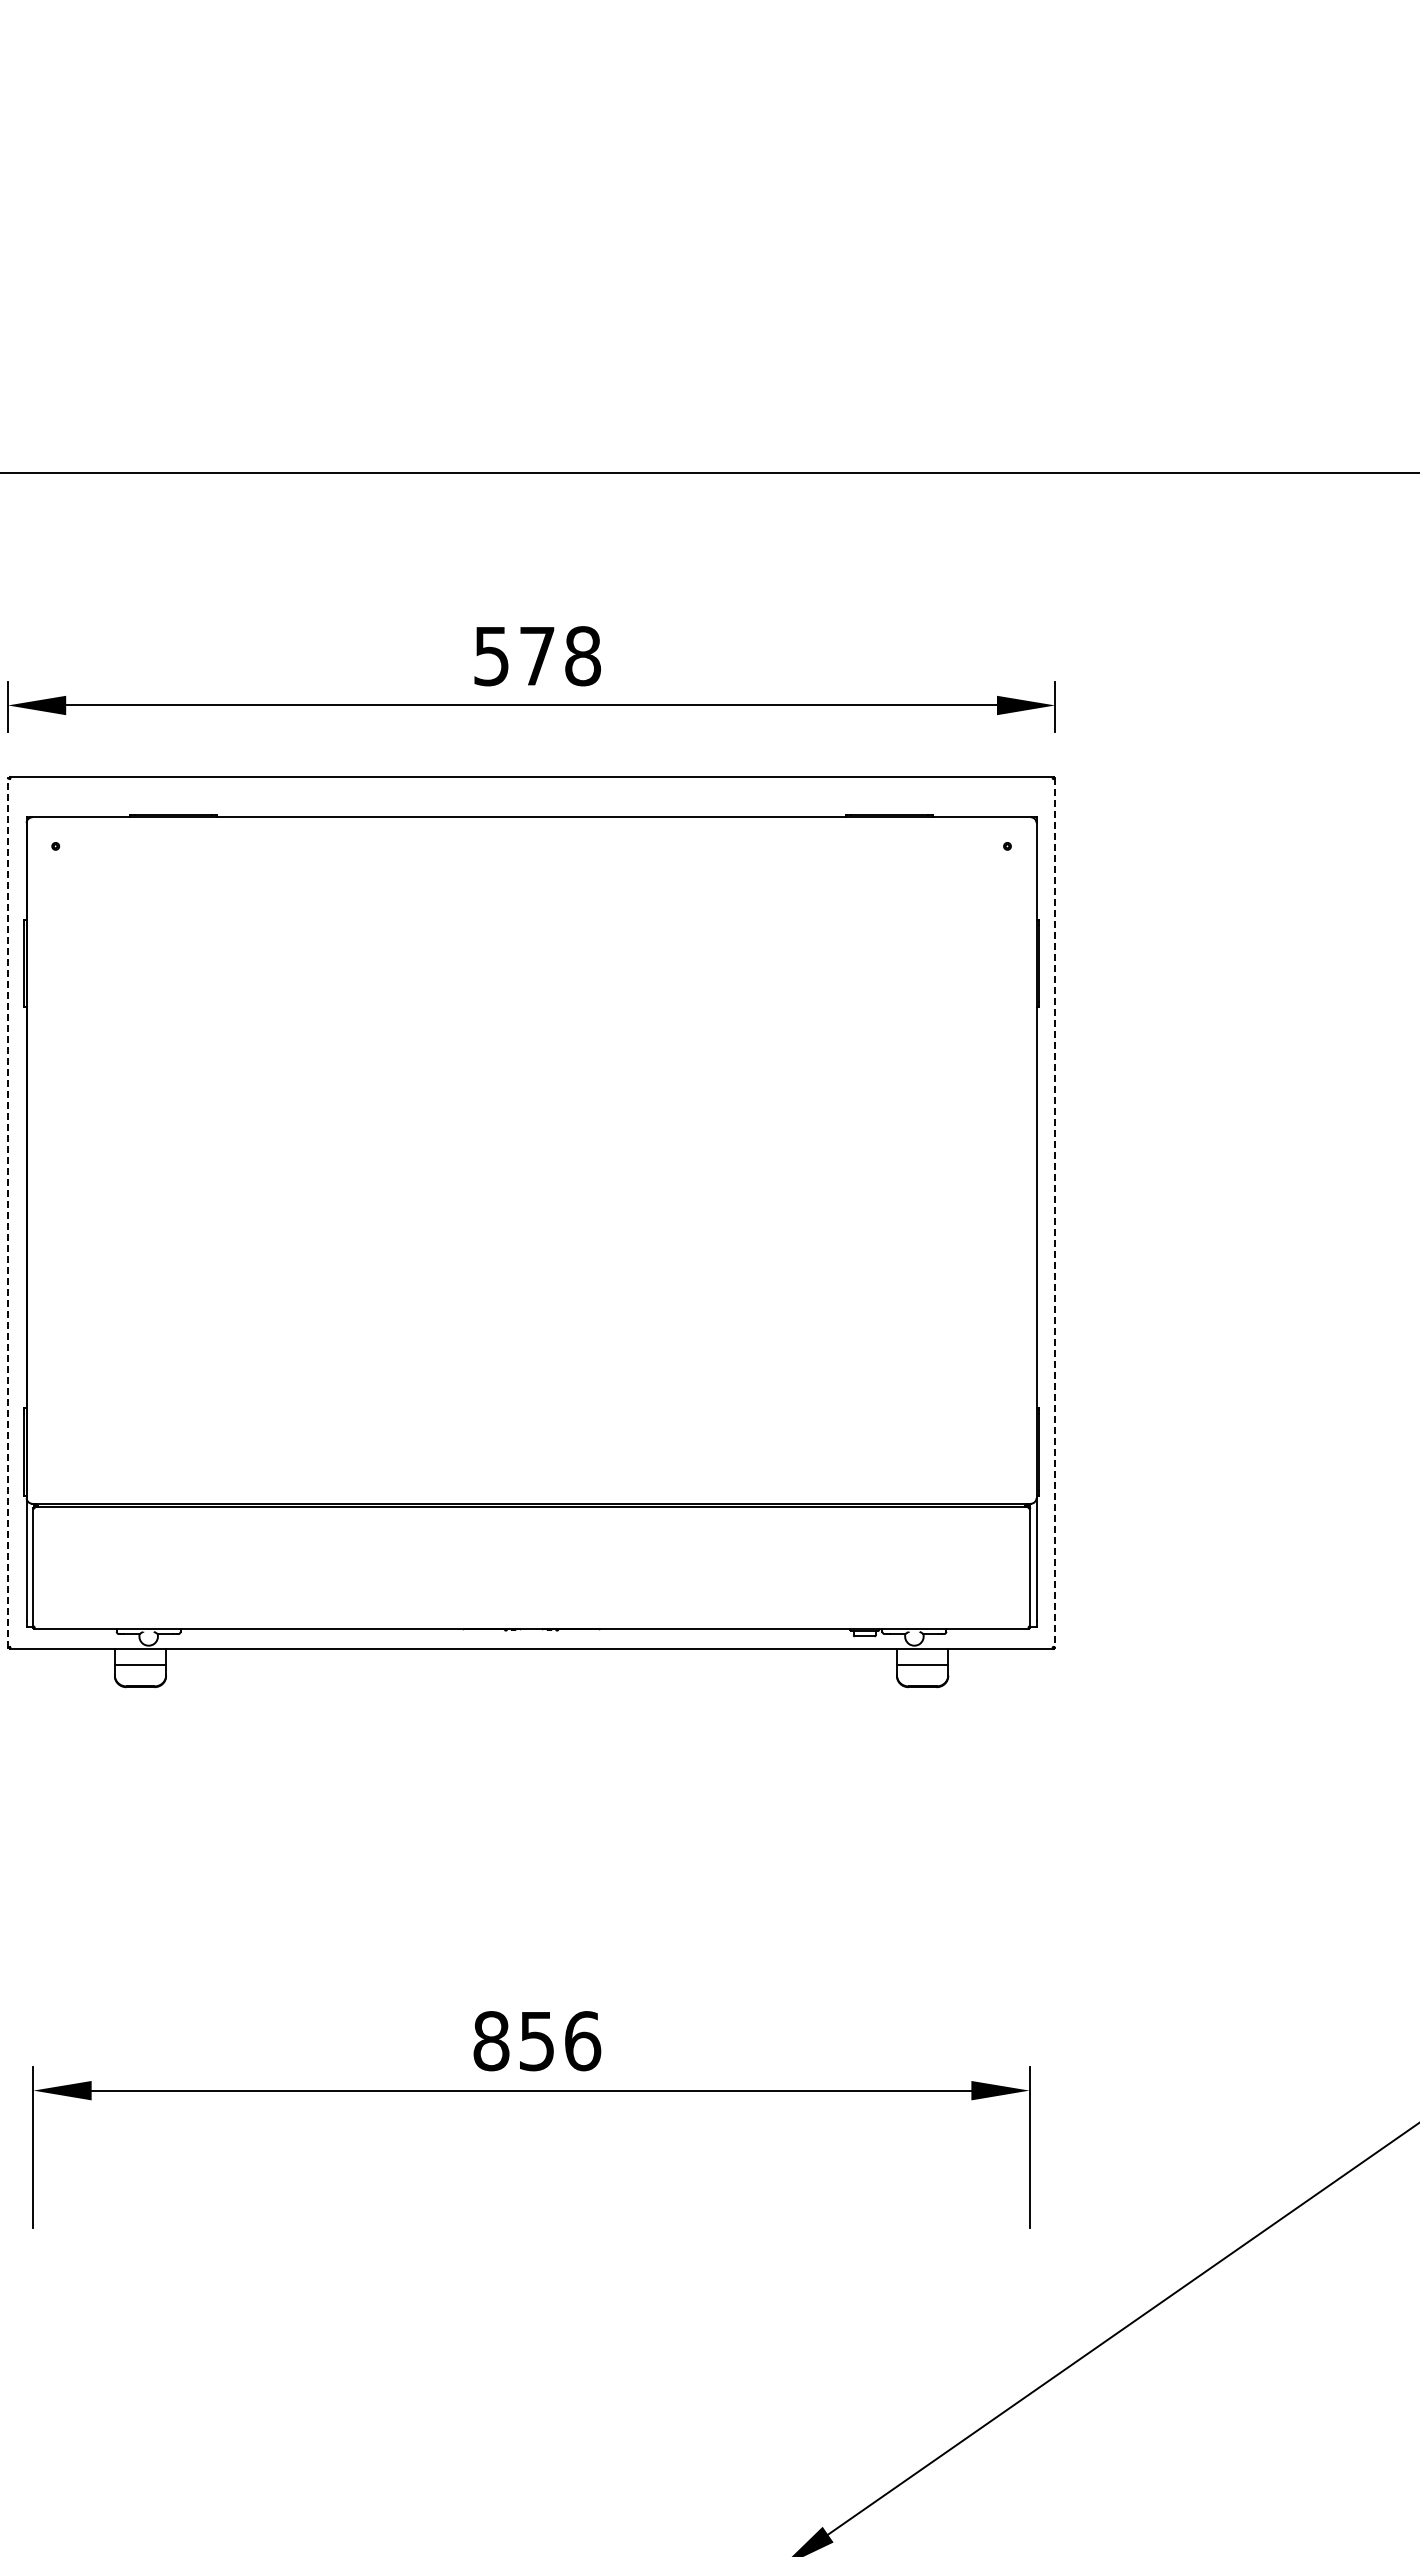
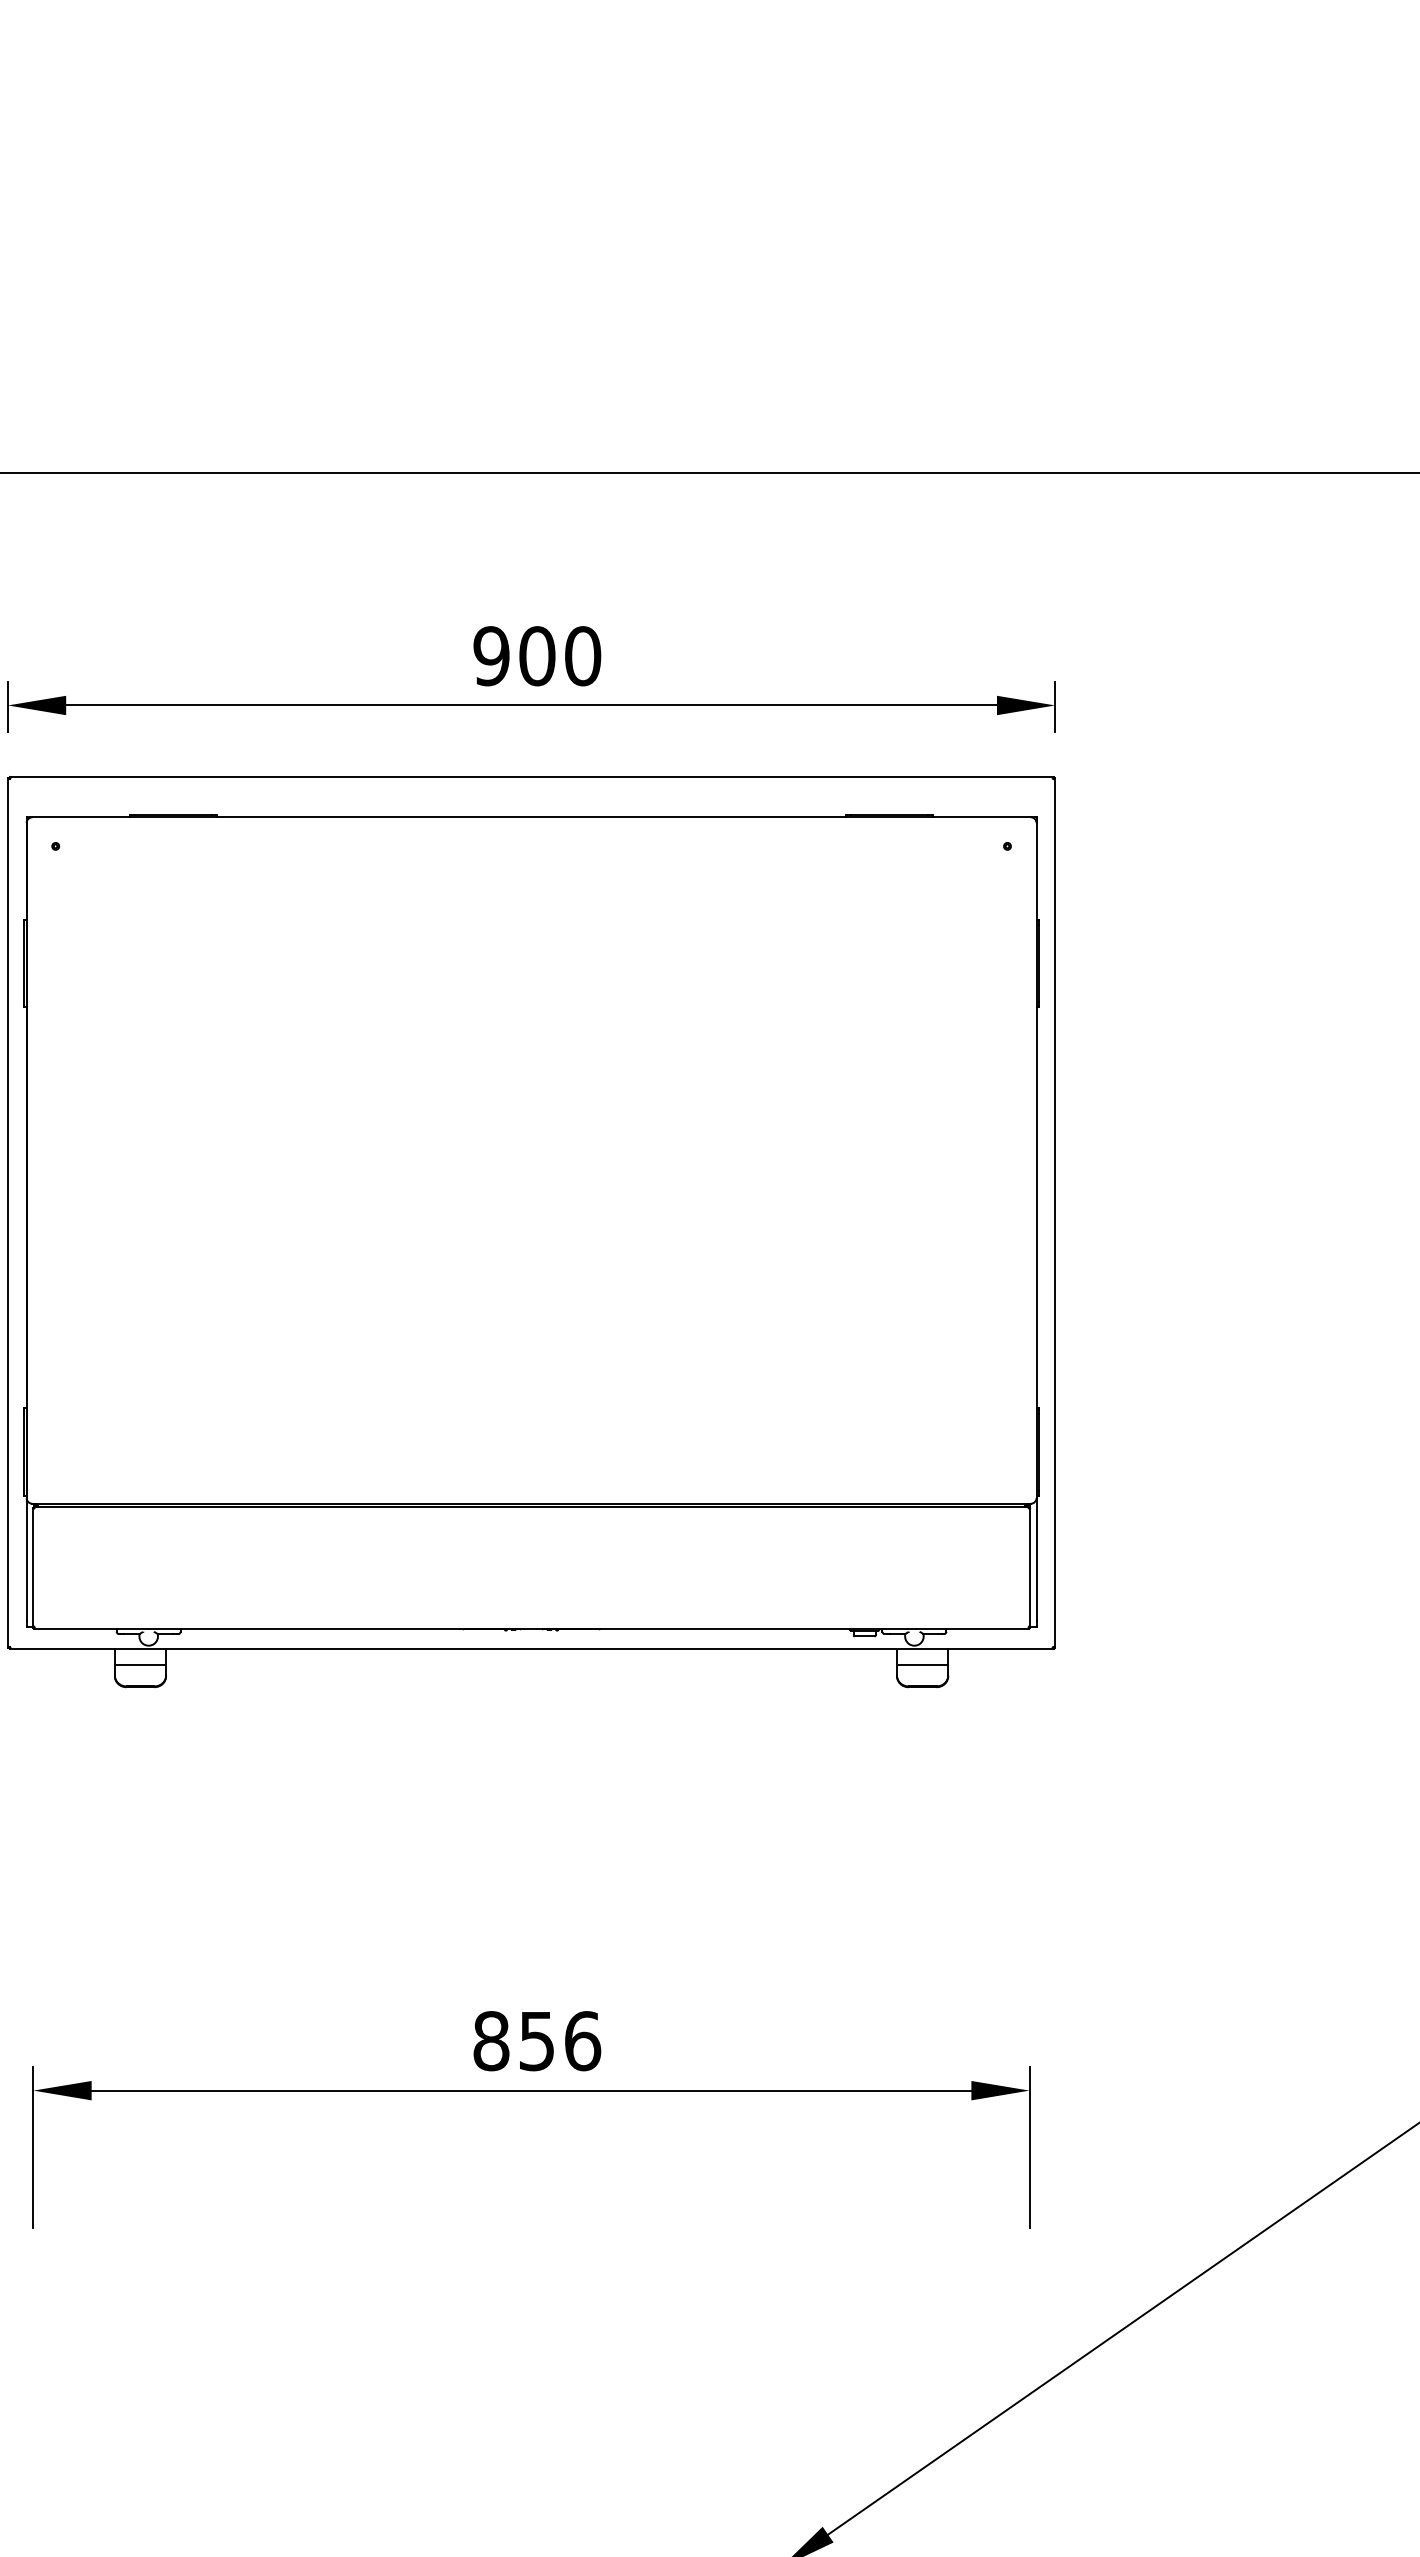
text at (537, 656): 578 -> 900
line at (7, 1213): dashed -> solid
line at (1055, 1213): dashed -> solid
